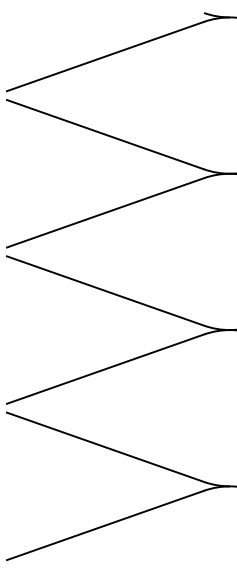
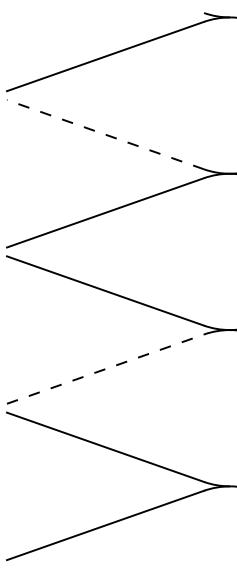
line at (105, 134): solid -> dashed
line at (106, 368): solid -> dashed
